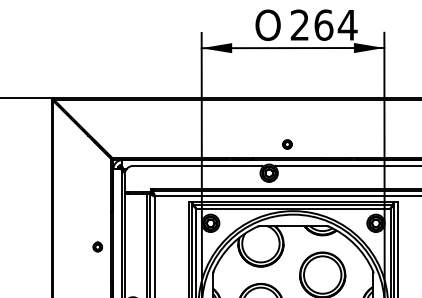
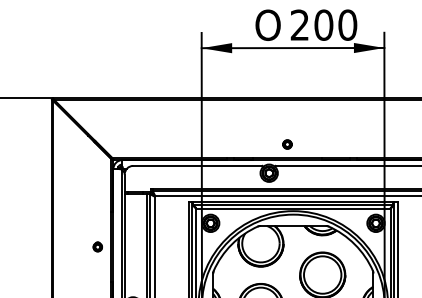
text at (335, 24): 264 -> 200
